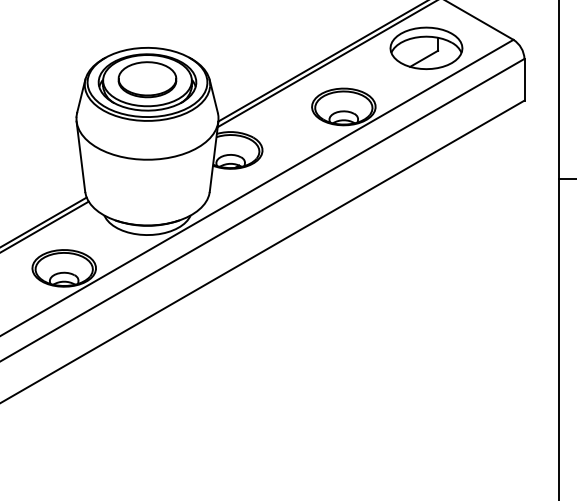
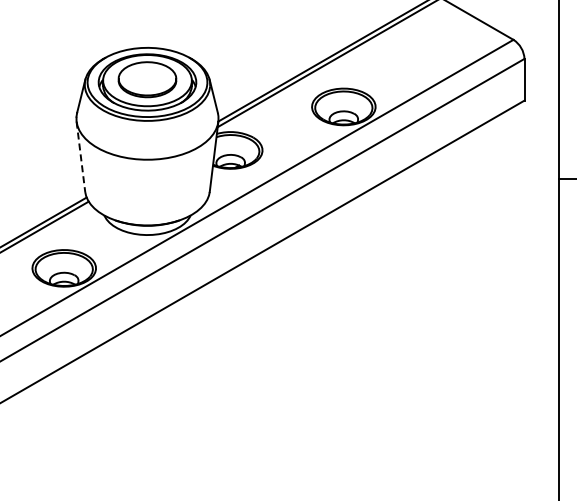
part at (426, 47): present -> none
line at (80, 157): solid -> dashed
